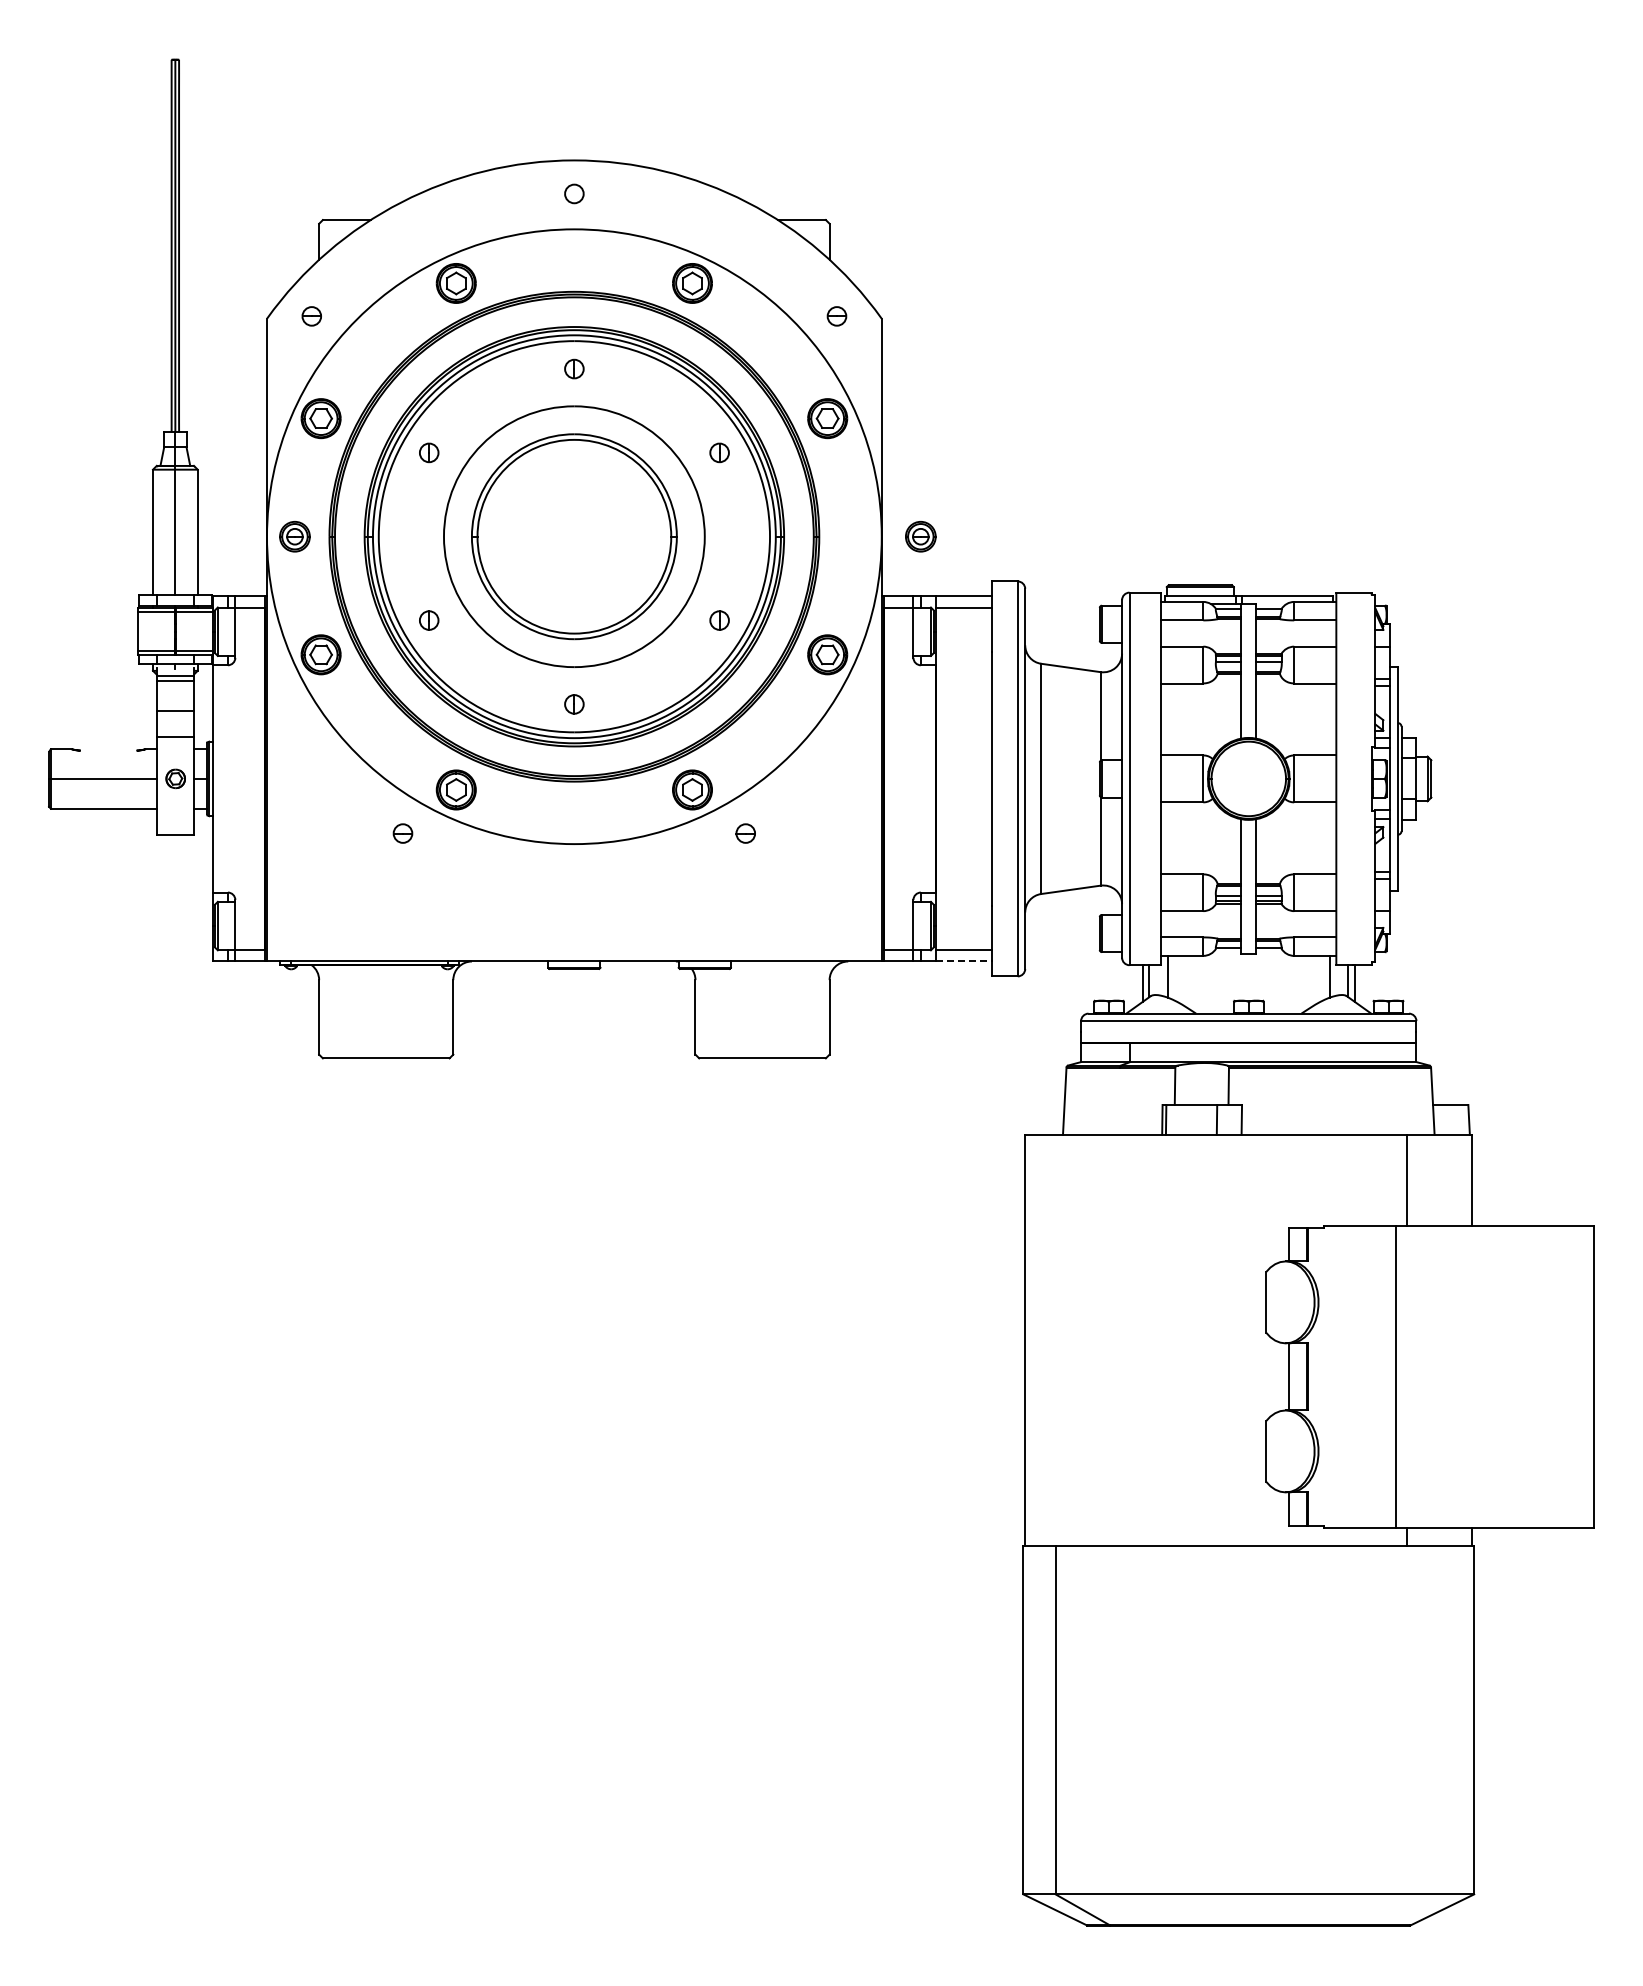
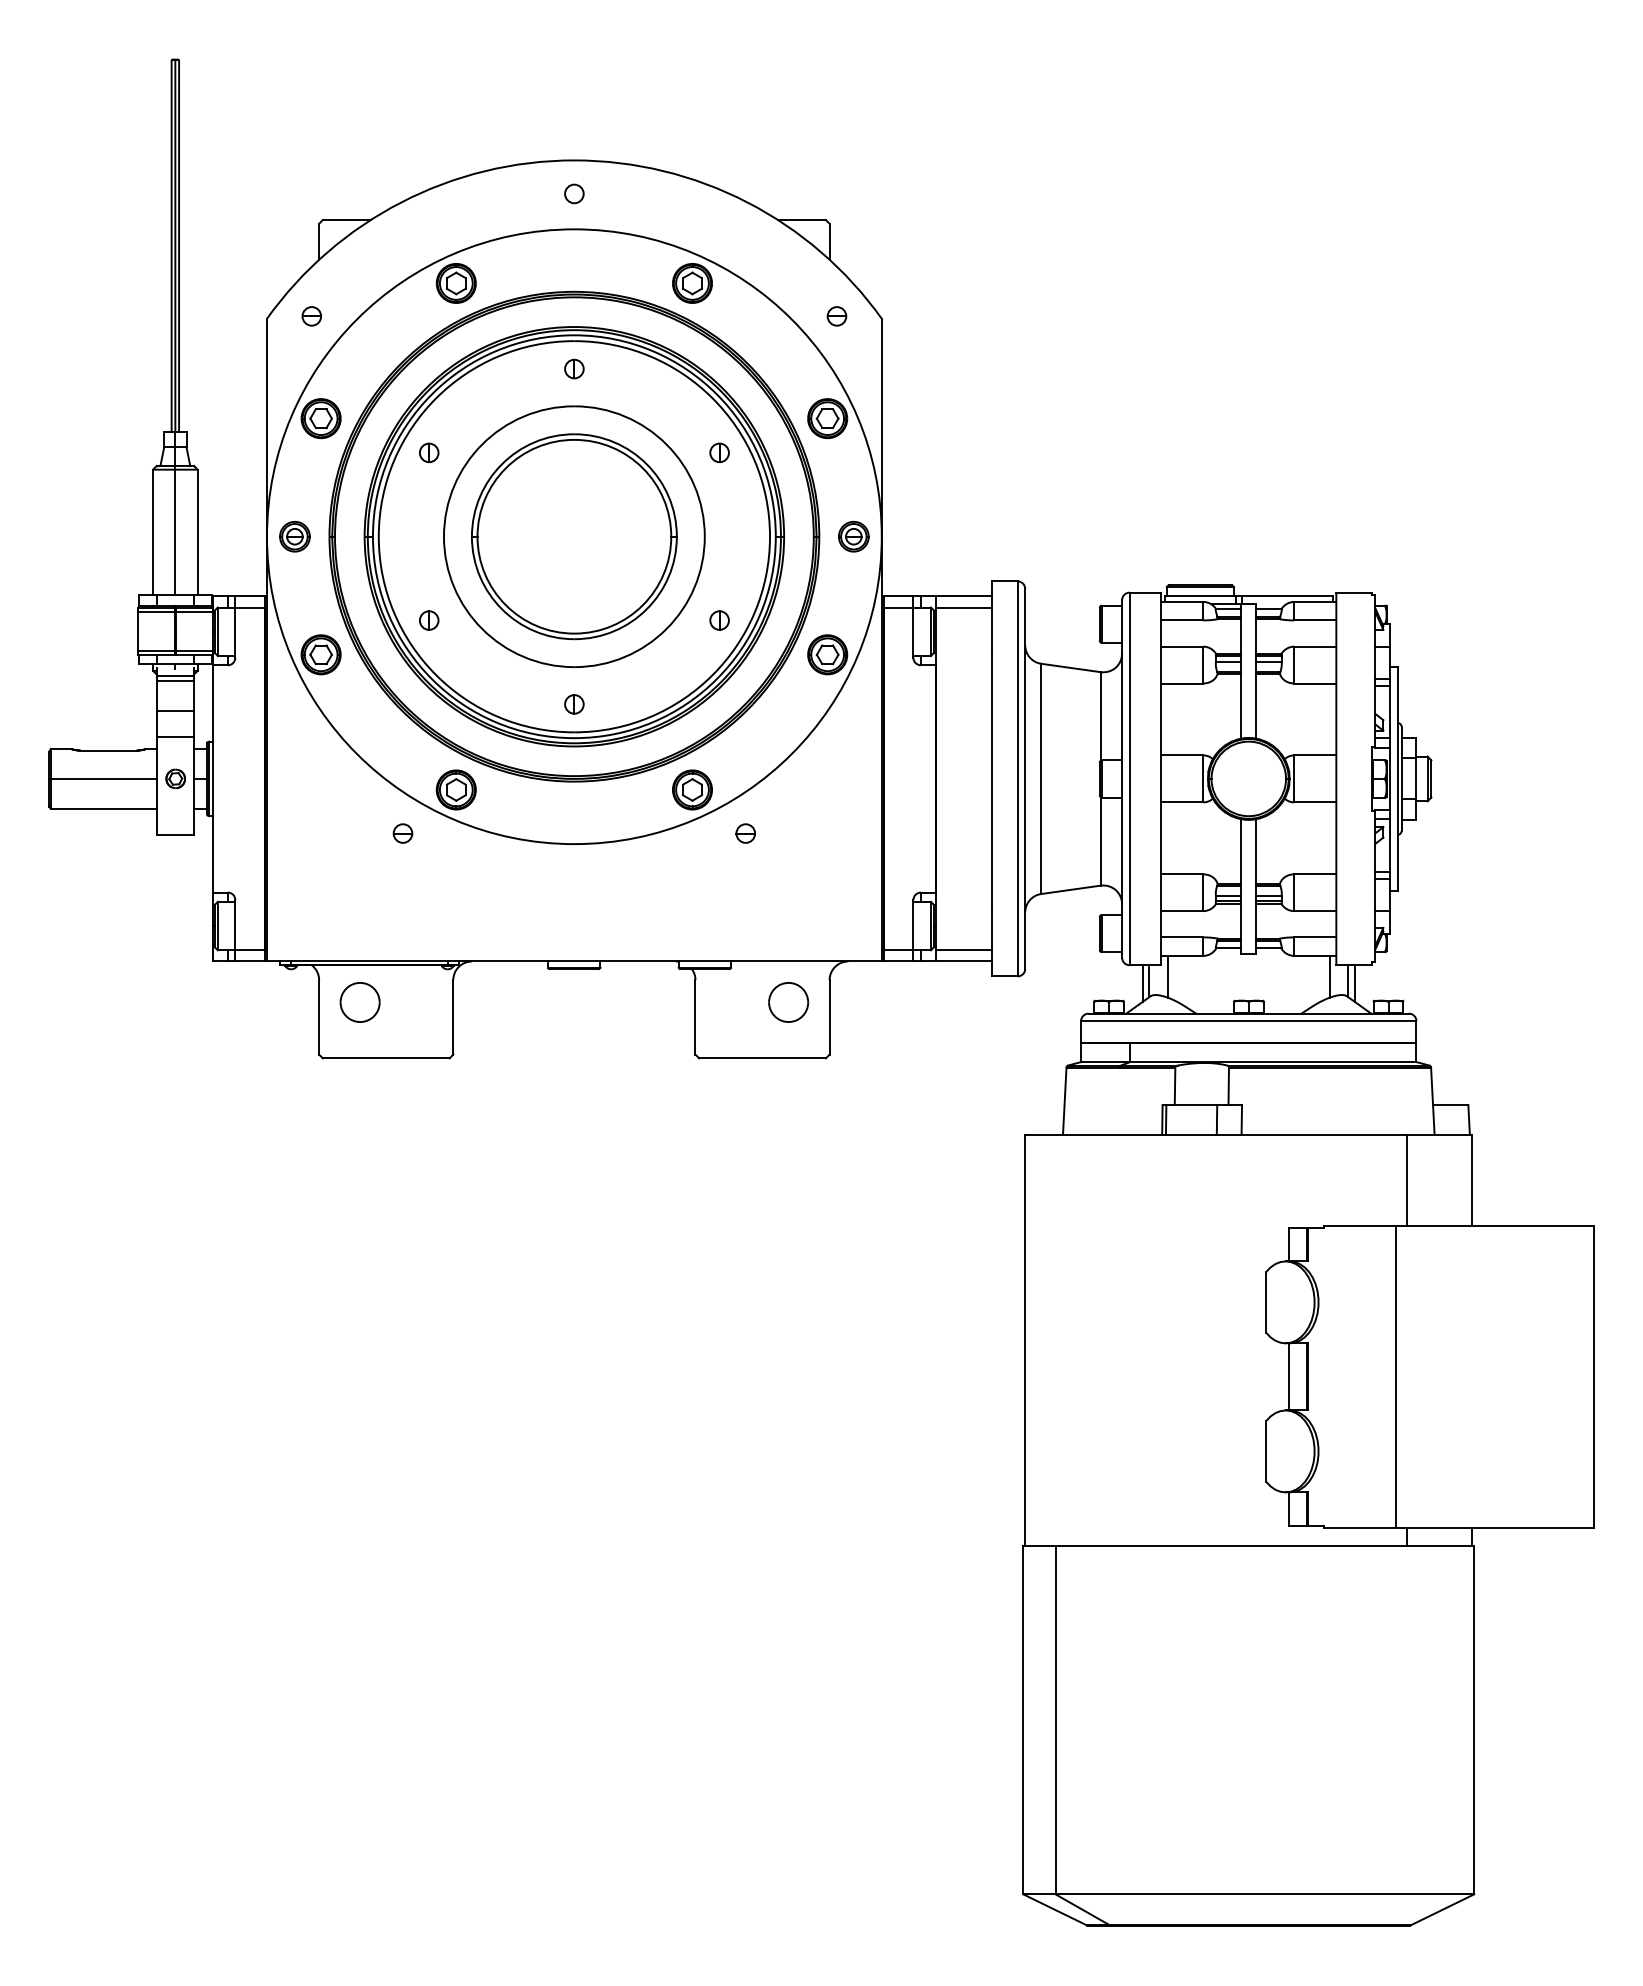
part at (920, 536) position: (920, 536) -> (853, 536)
line at (108, 750): none -> present
line at (963, 961): dashed -> solid
part at (359, 1002): none -> present
part at (788, 1002): none -> present
